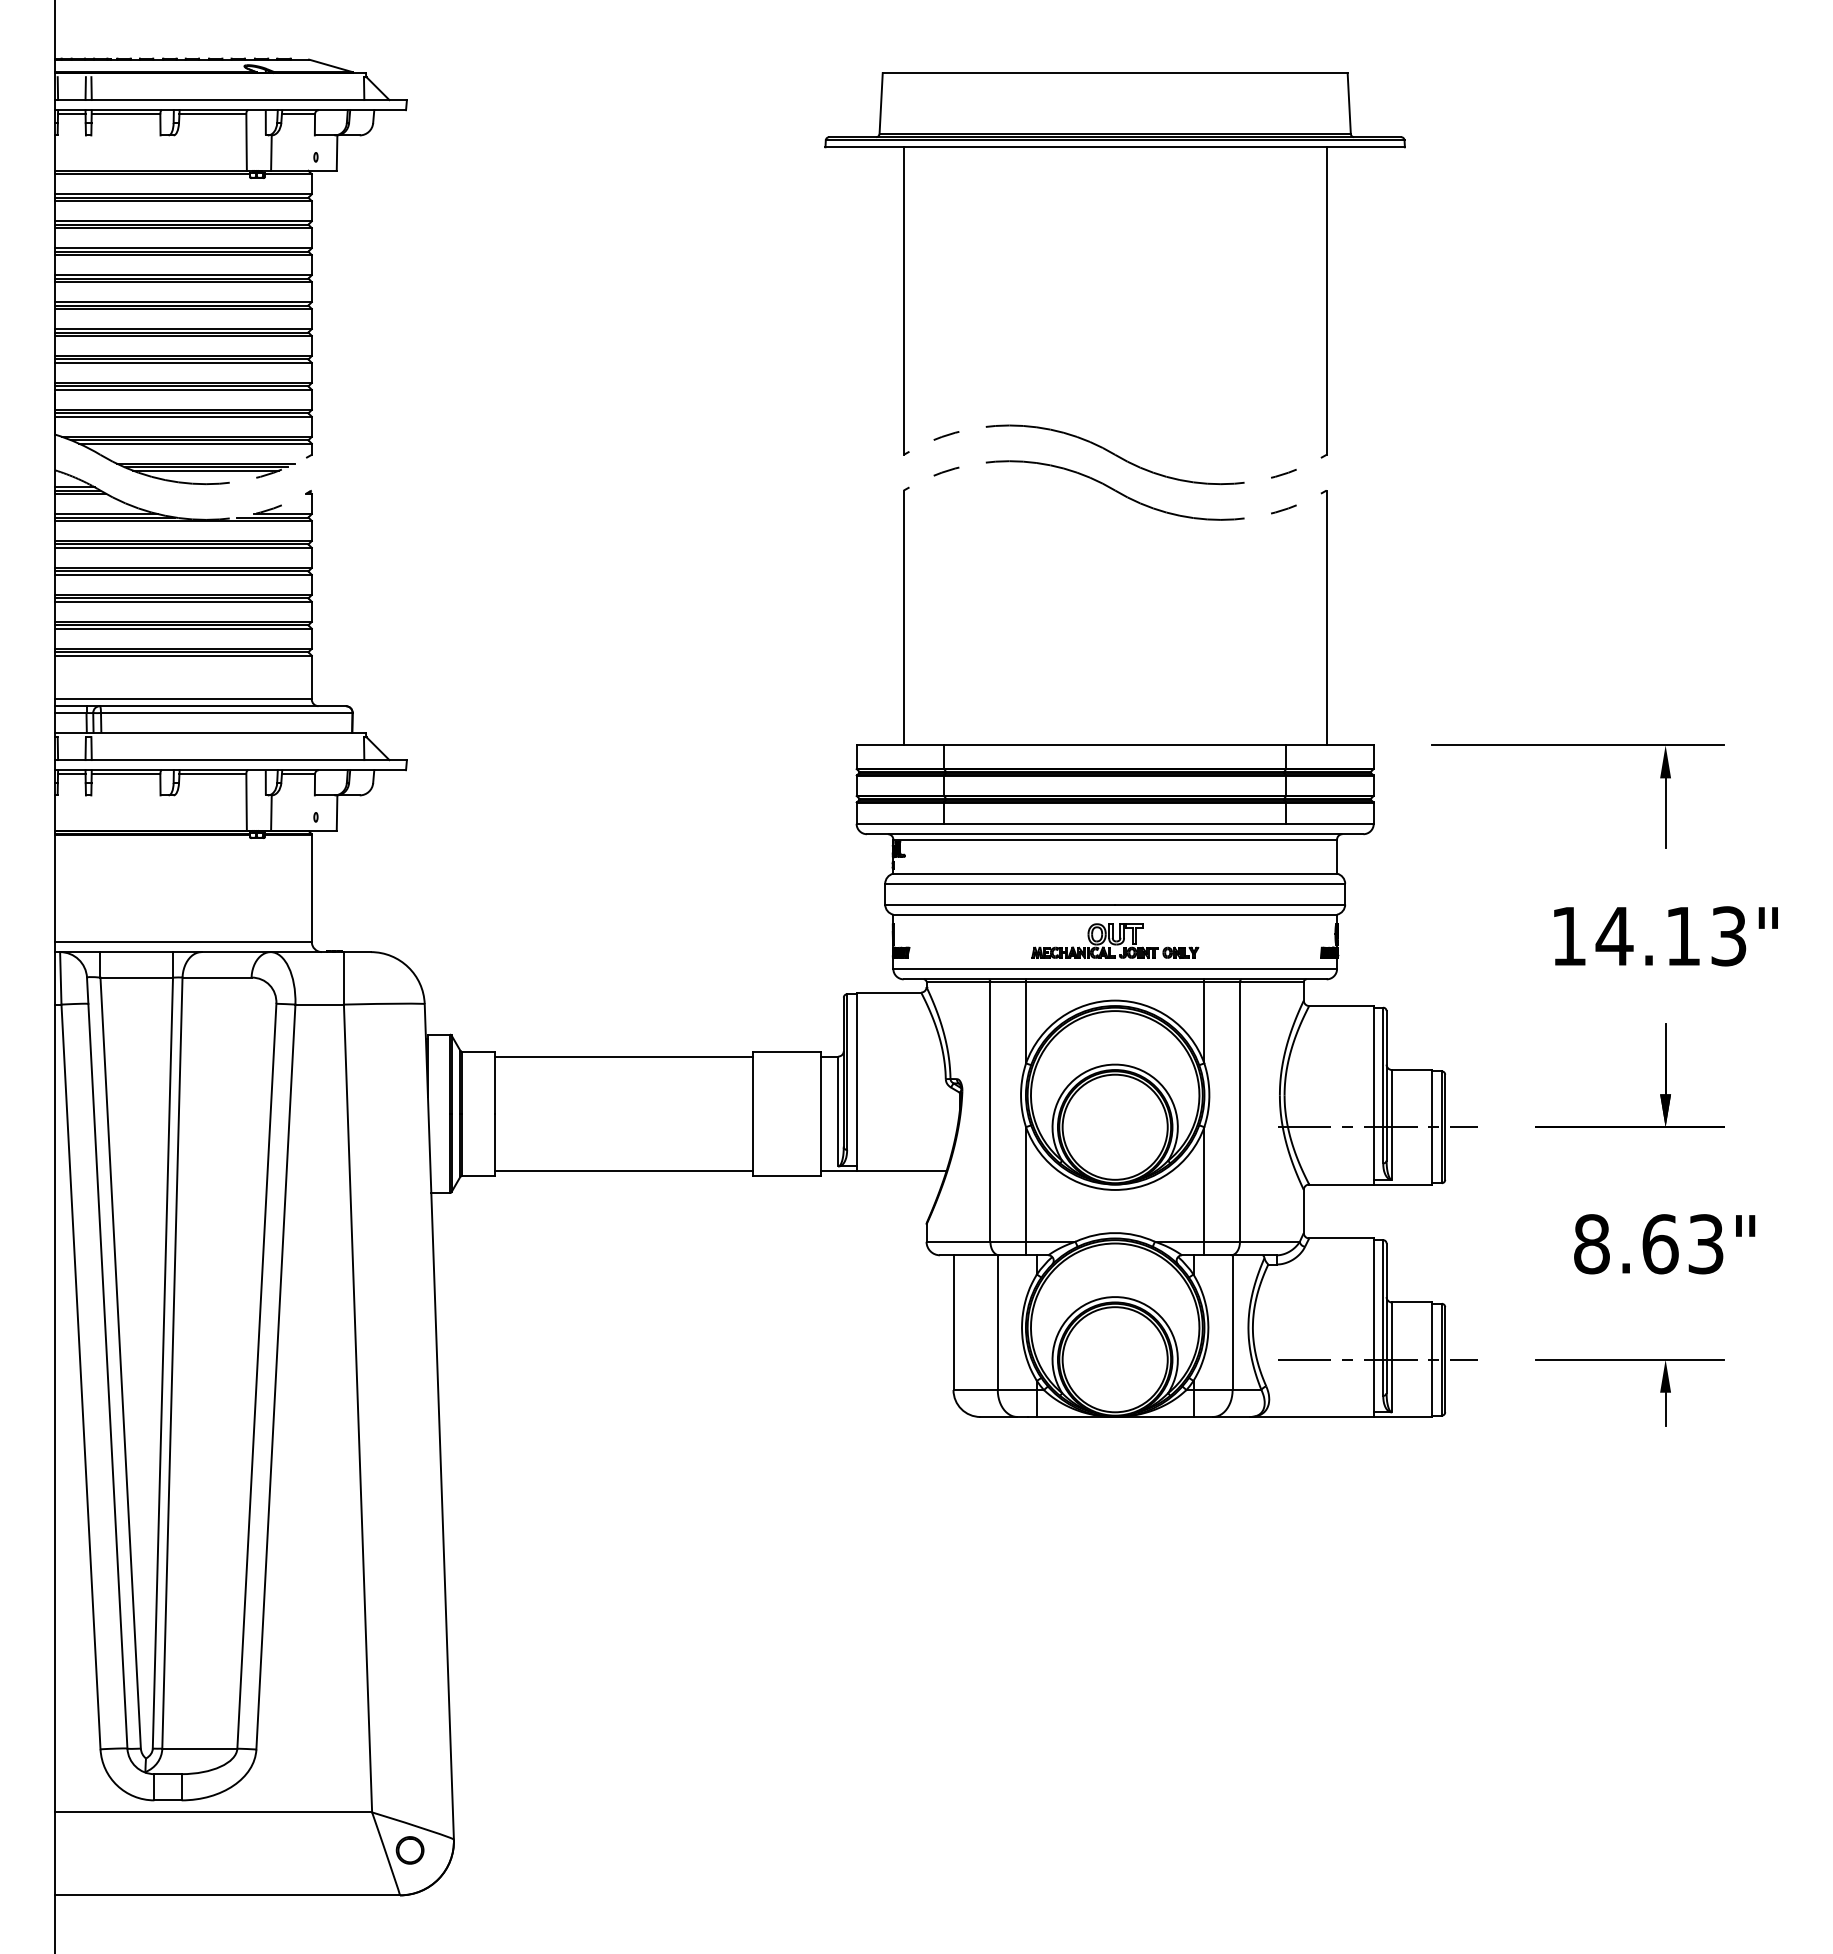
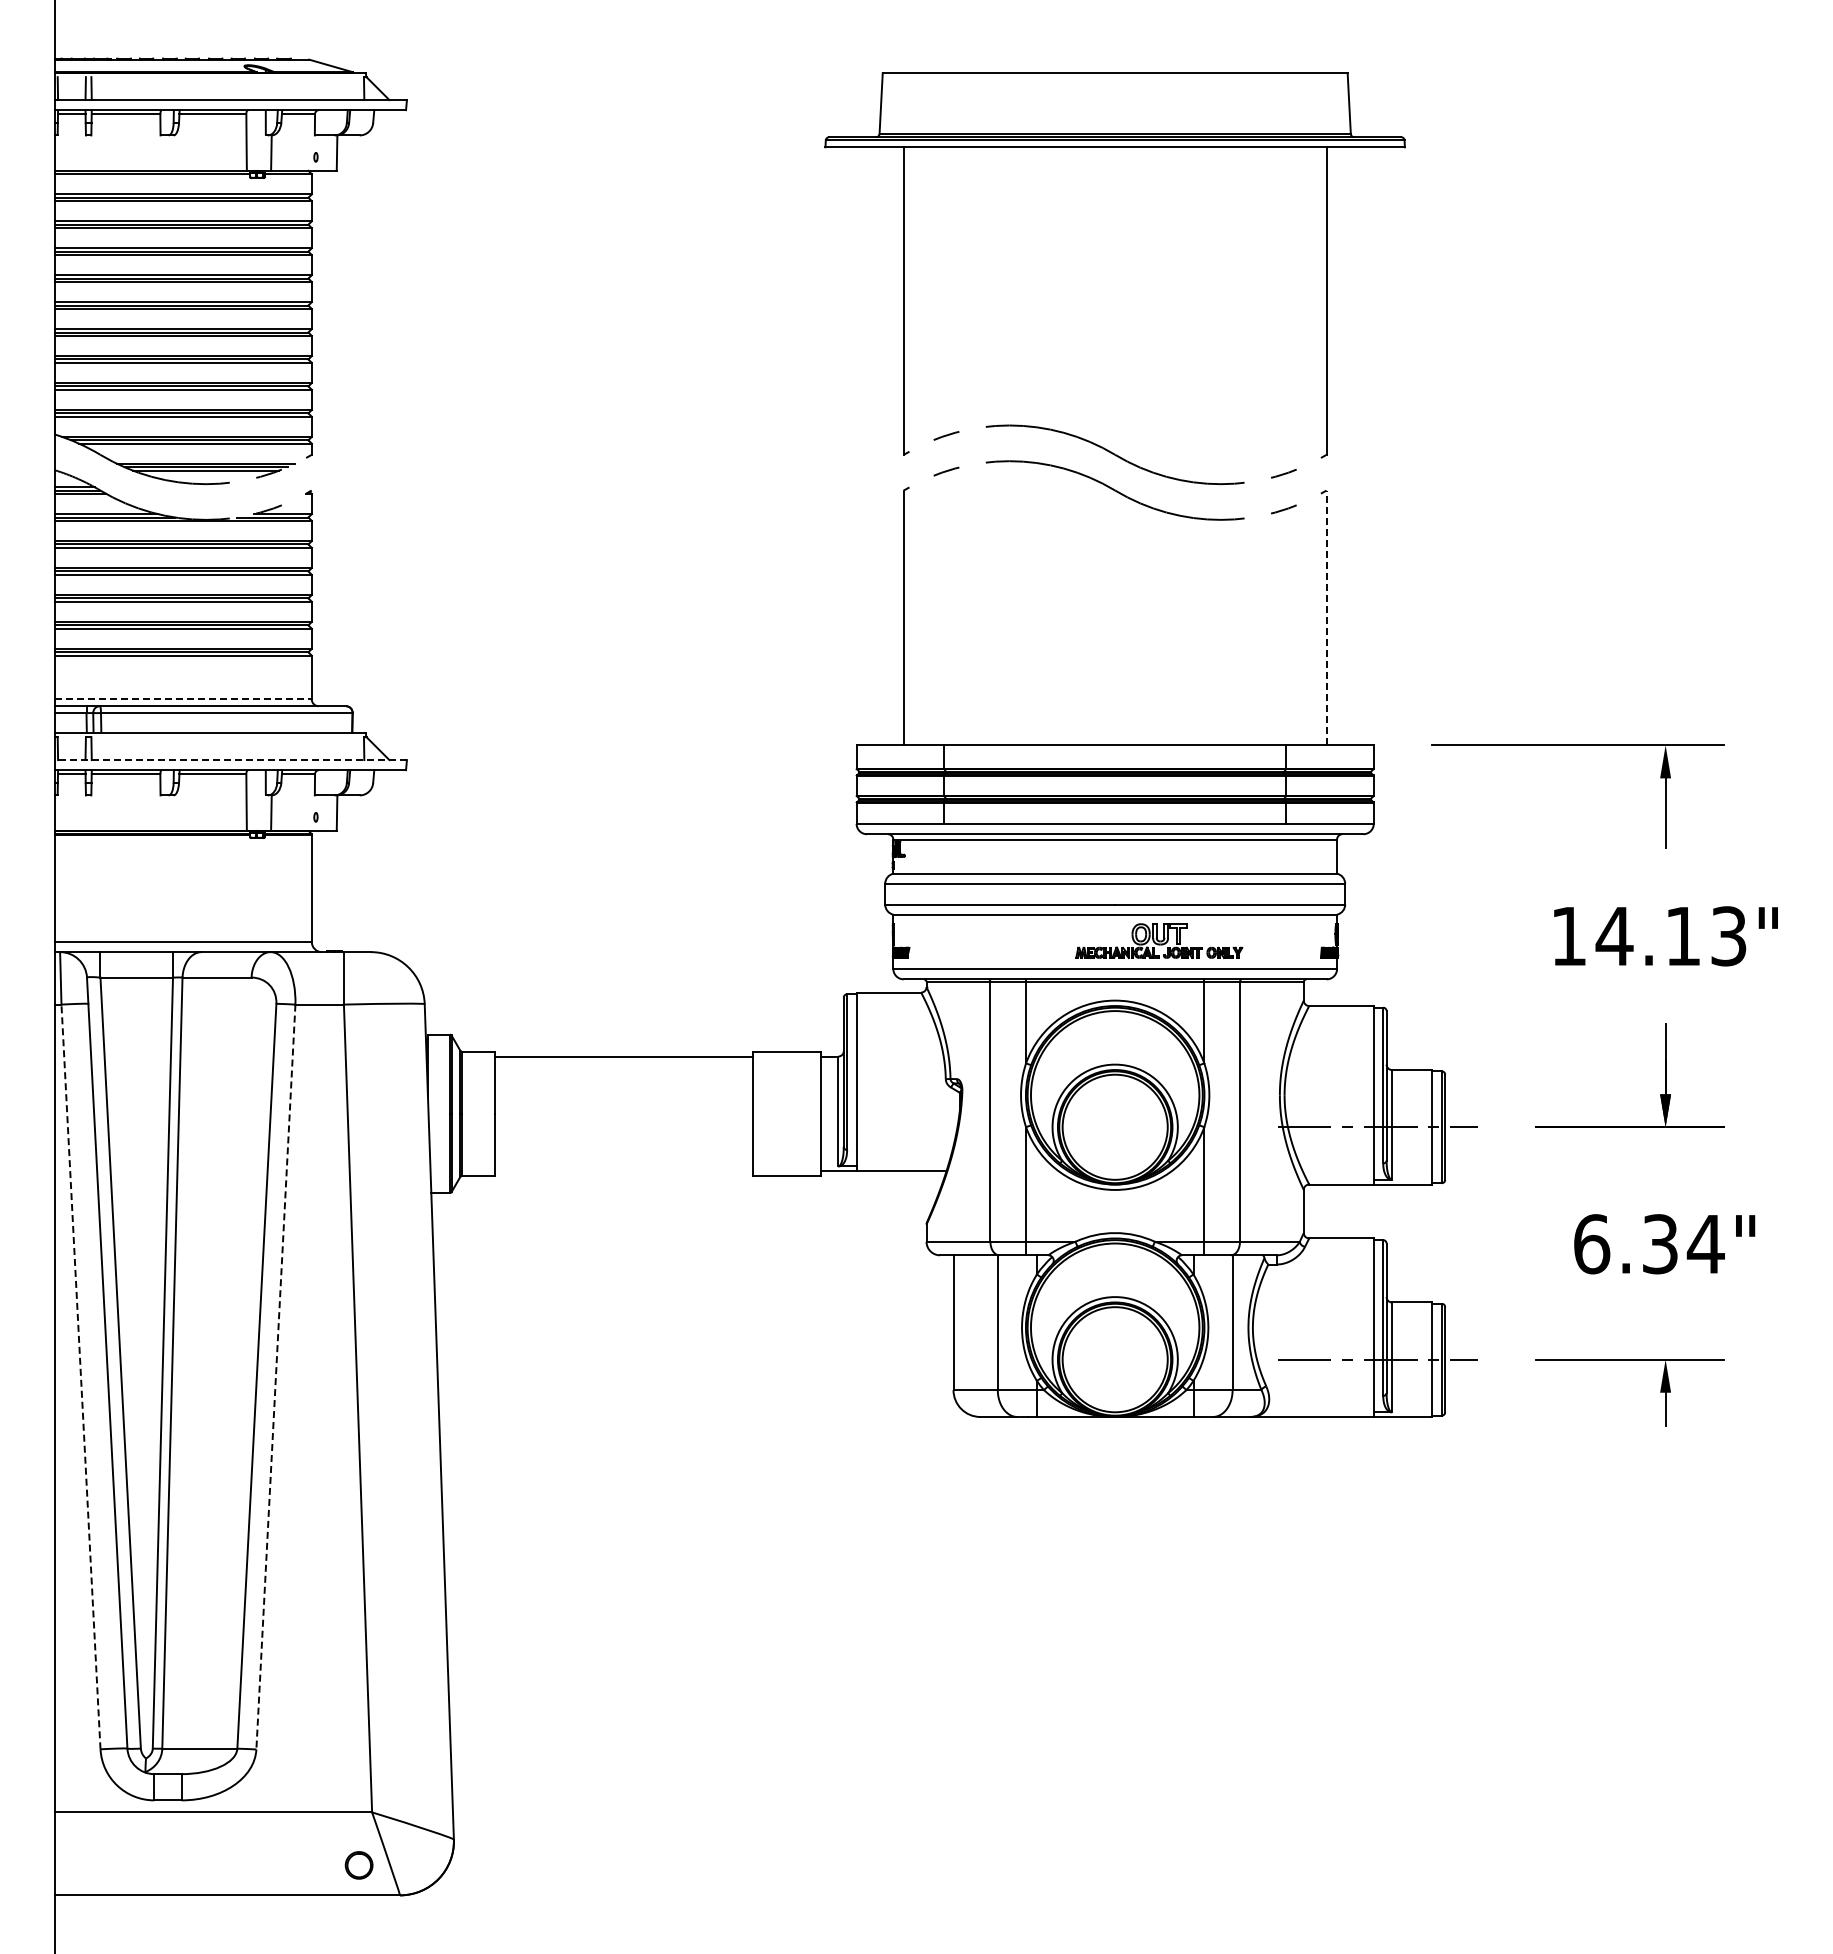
line at (1326, 617): solid -> dashed
line at (183, 699): solid -> dashed
line at (230, 760): solid -> dashed
part at (1115, 940) position: (1115, 940) -> (1159, 940)
line at (624, 1171): present -> none
text at (1649, 1244): 8.63" -> 6.34"
line at (81, 1376): solid -> dashed
line at (275, 1377): solid -> dashed
part at (409, 1850) position: (409, 1850) -> (358, 1865)
